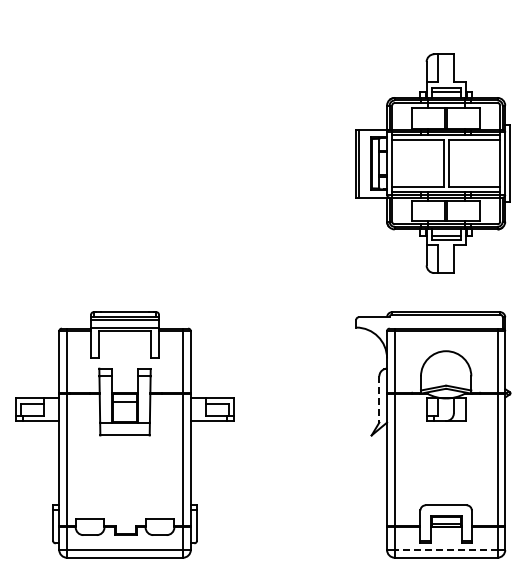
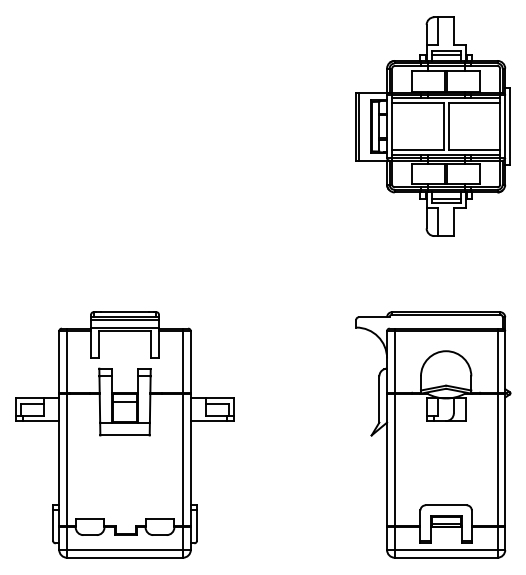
part at (432, 163) position: (432, 163) -> (432, 126)
line at (379, 399): dashed -> solid
line at (445, 550): dashed -> solid
